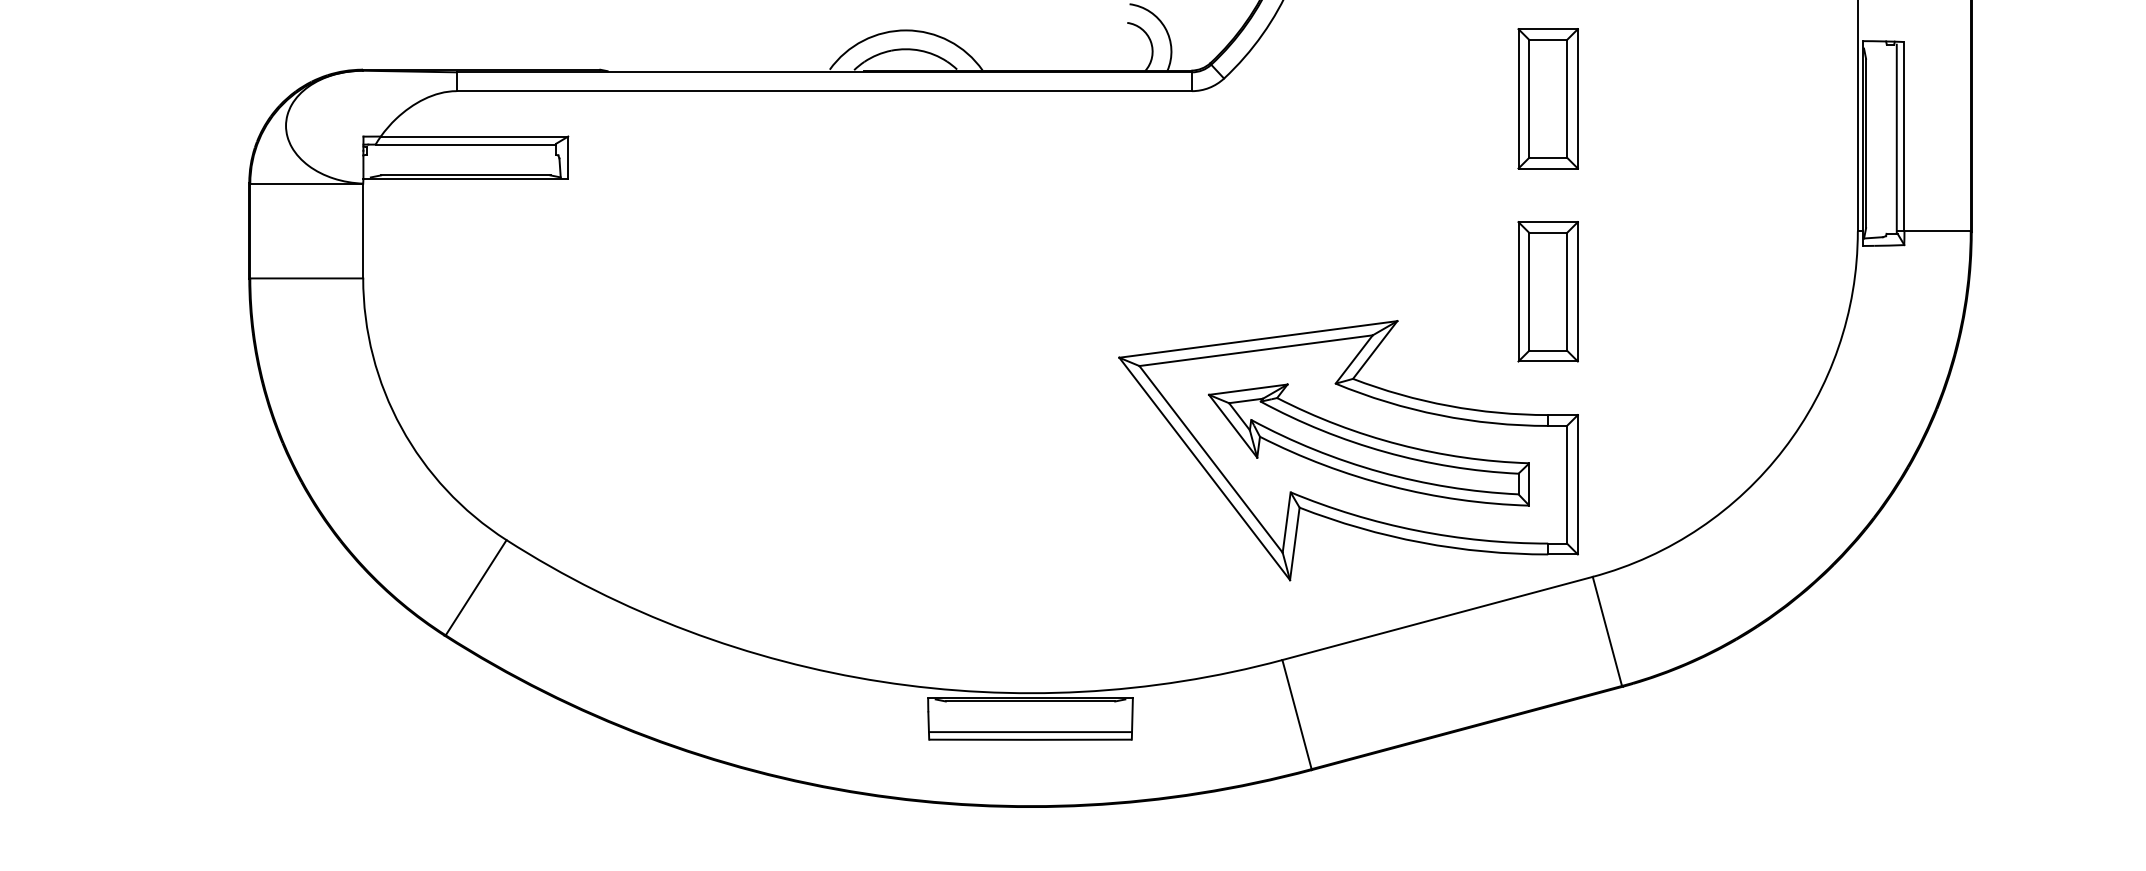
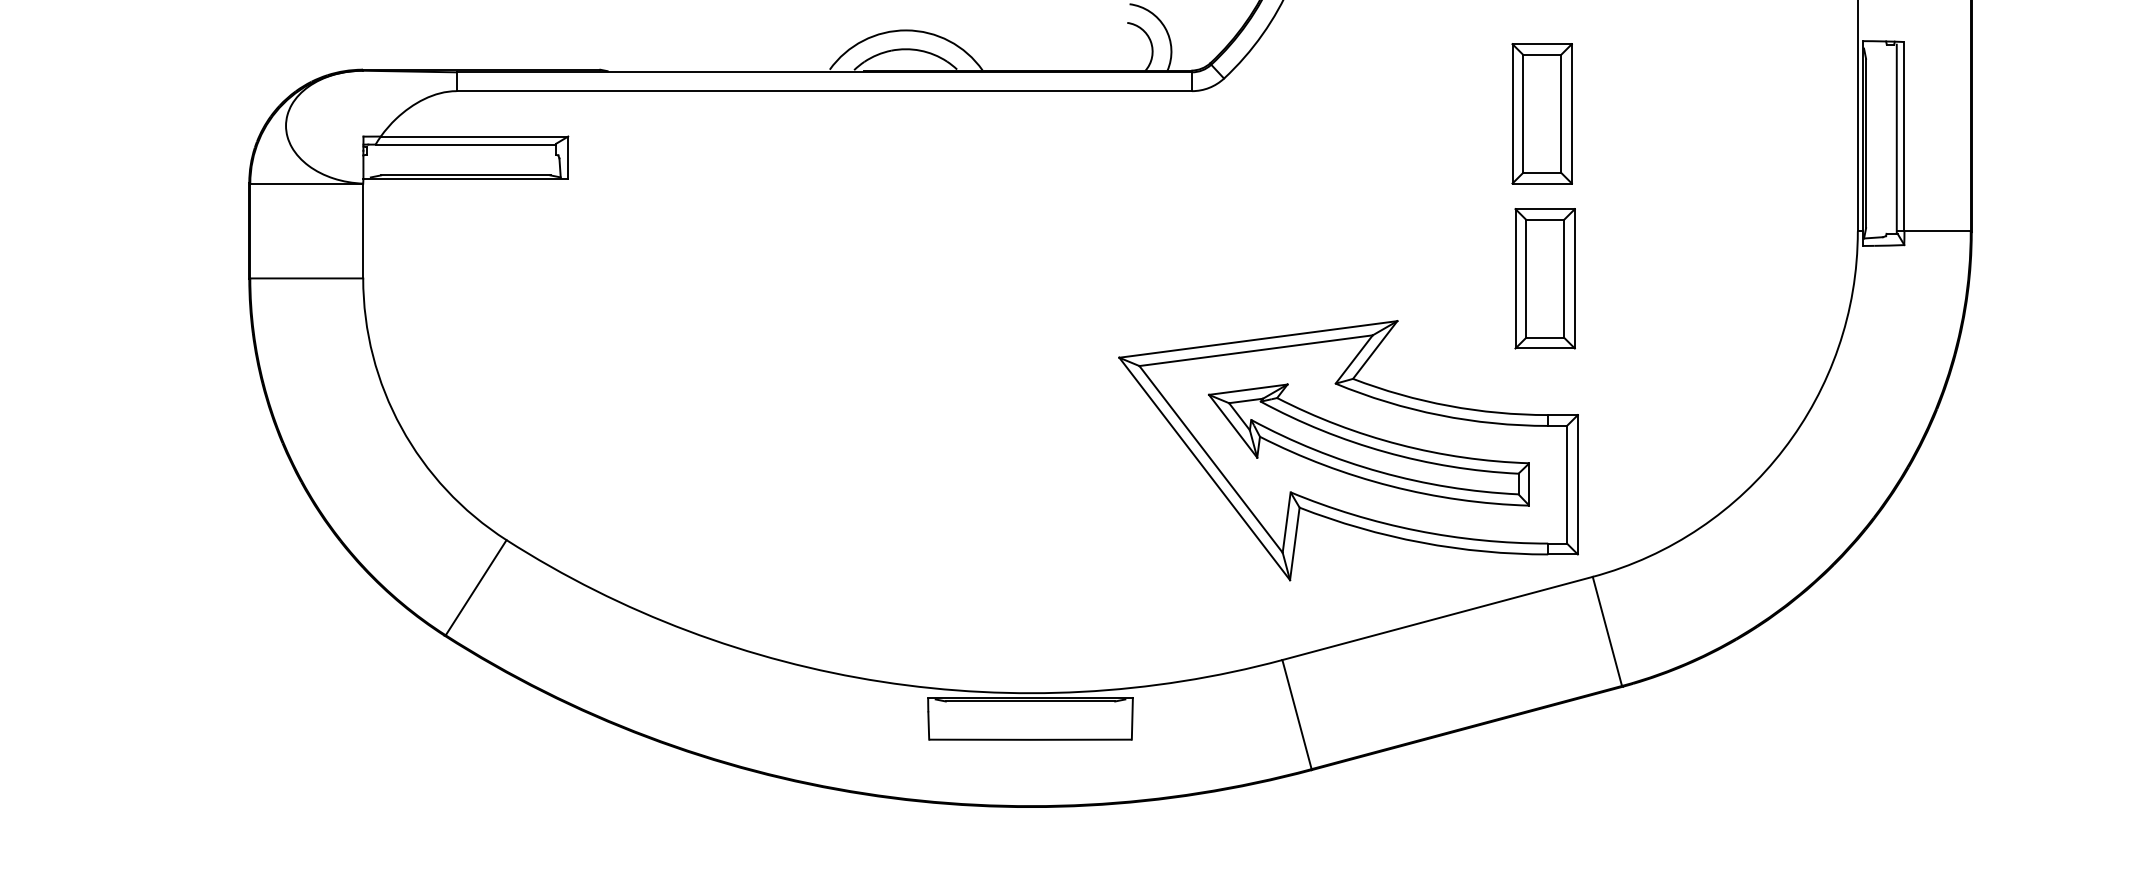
part at (1547, 98) position: (1547, 98) -> (1541, 113)
part at (1547, 291) position: (1547, 291) -> (1544, 278)
line at (1030, 732): present -> none
